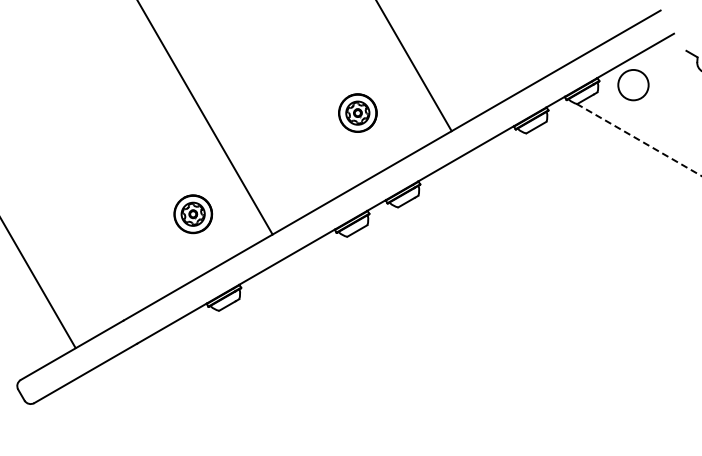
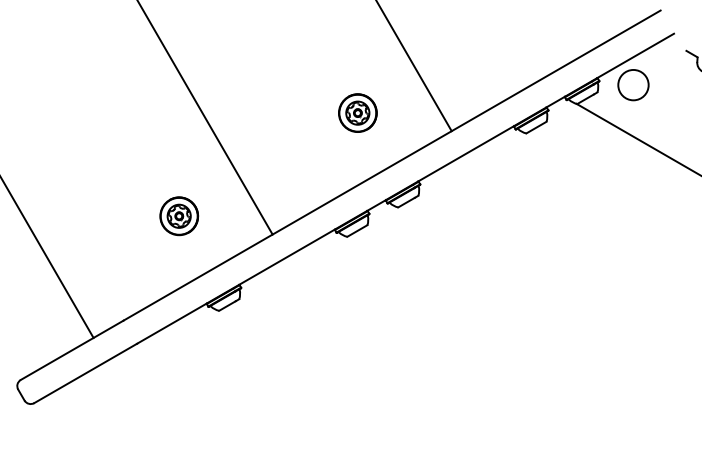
line at (638, 139): dashed -> solid
part at (193, 214) position: (193, 214) -> (179, 216)
line at (38, 283) position: (38, 283) -> (47, 258)
